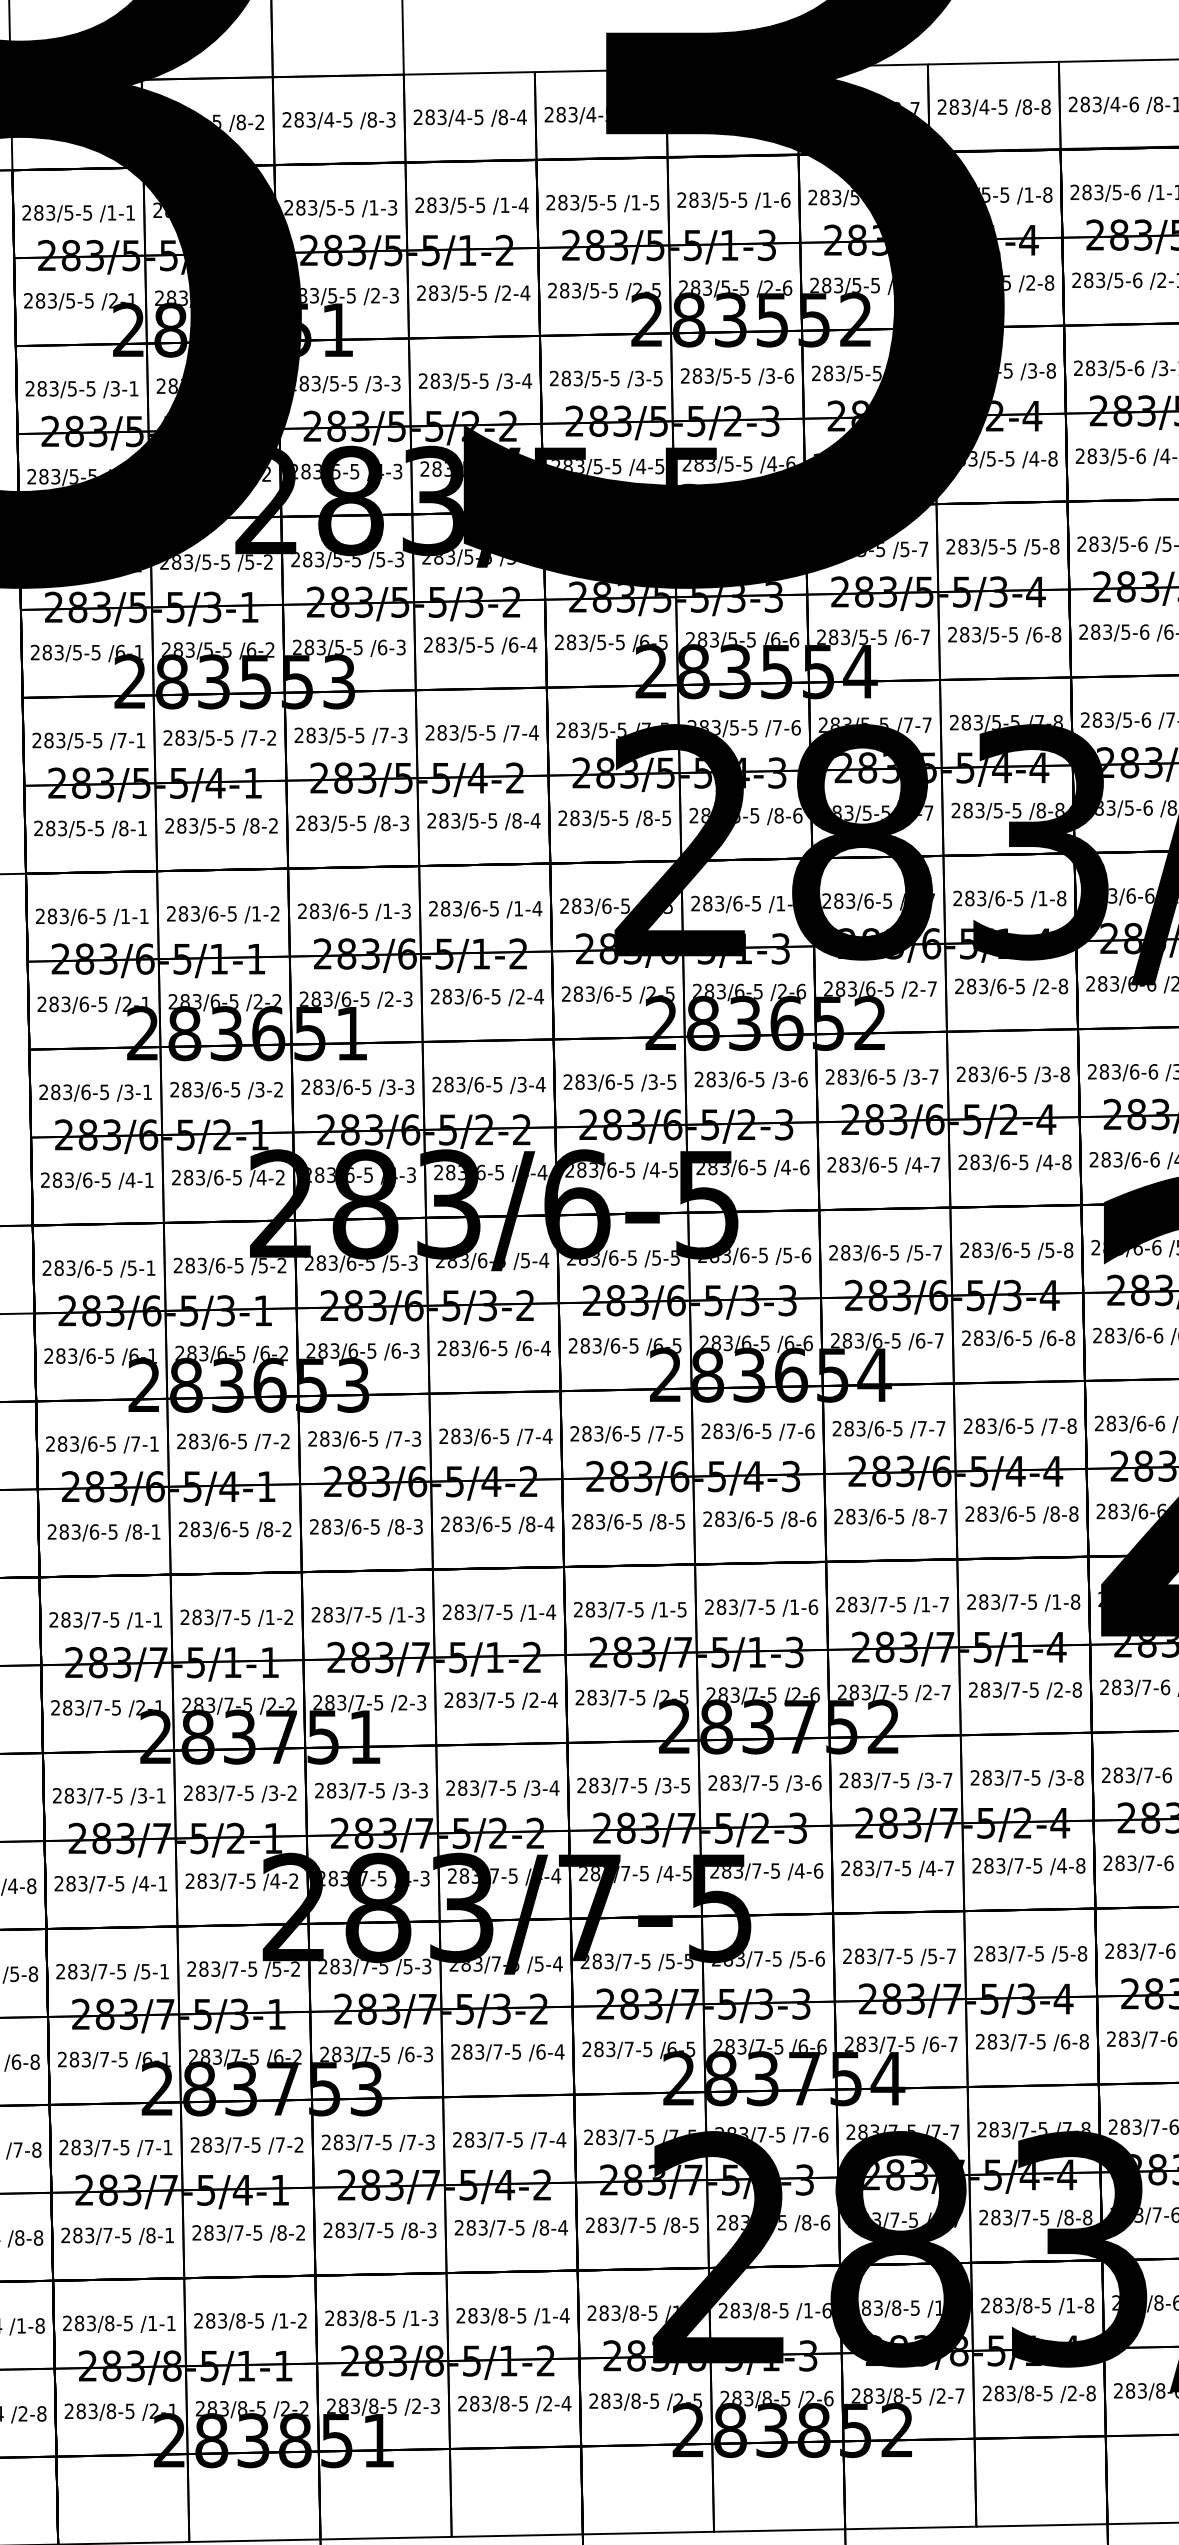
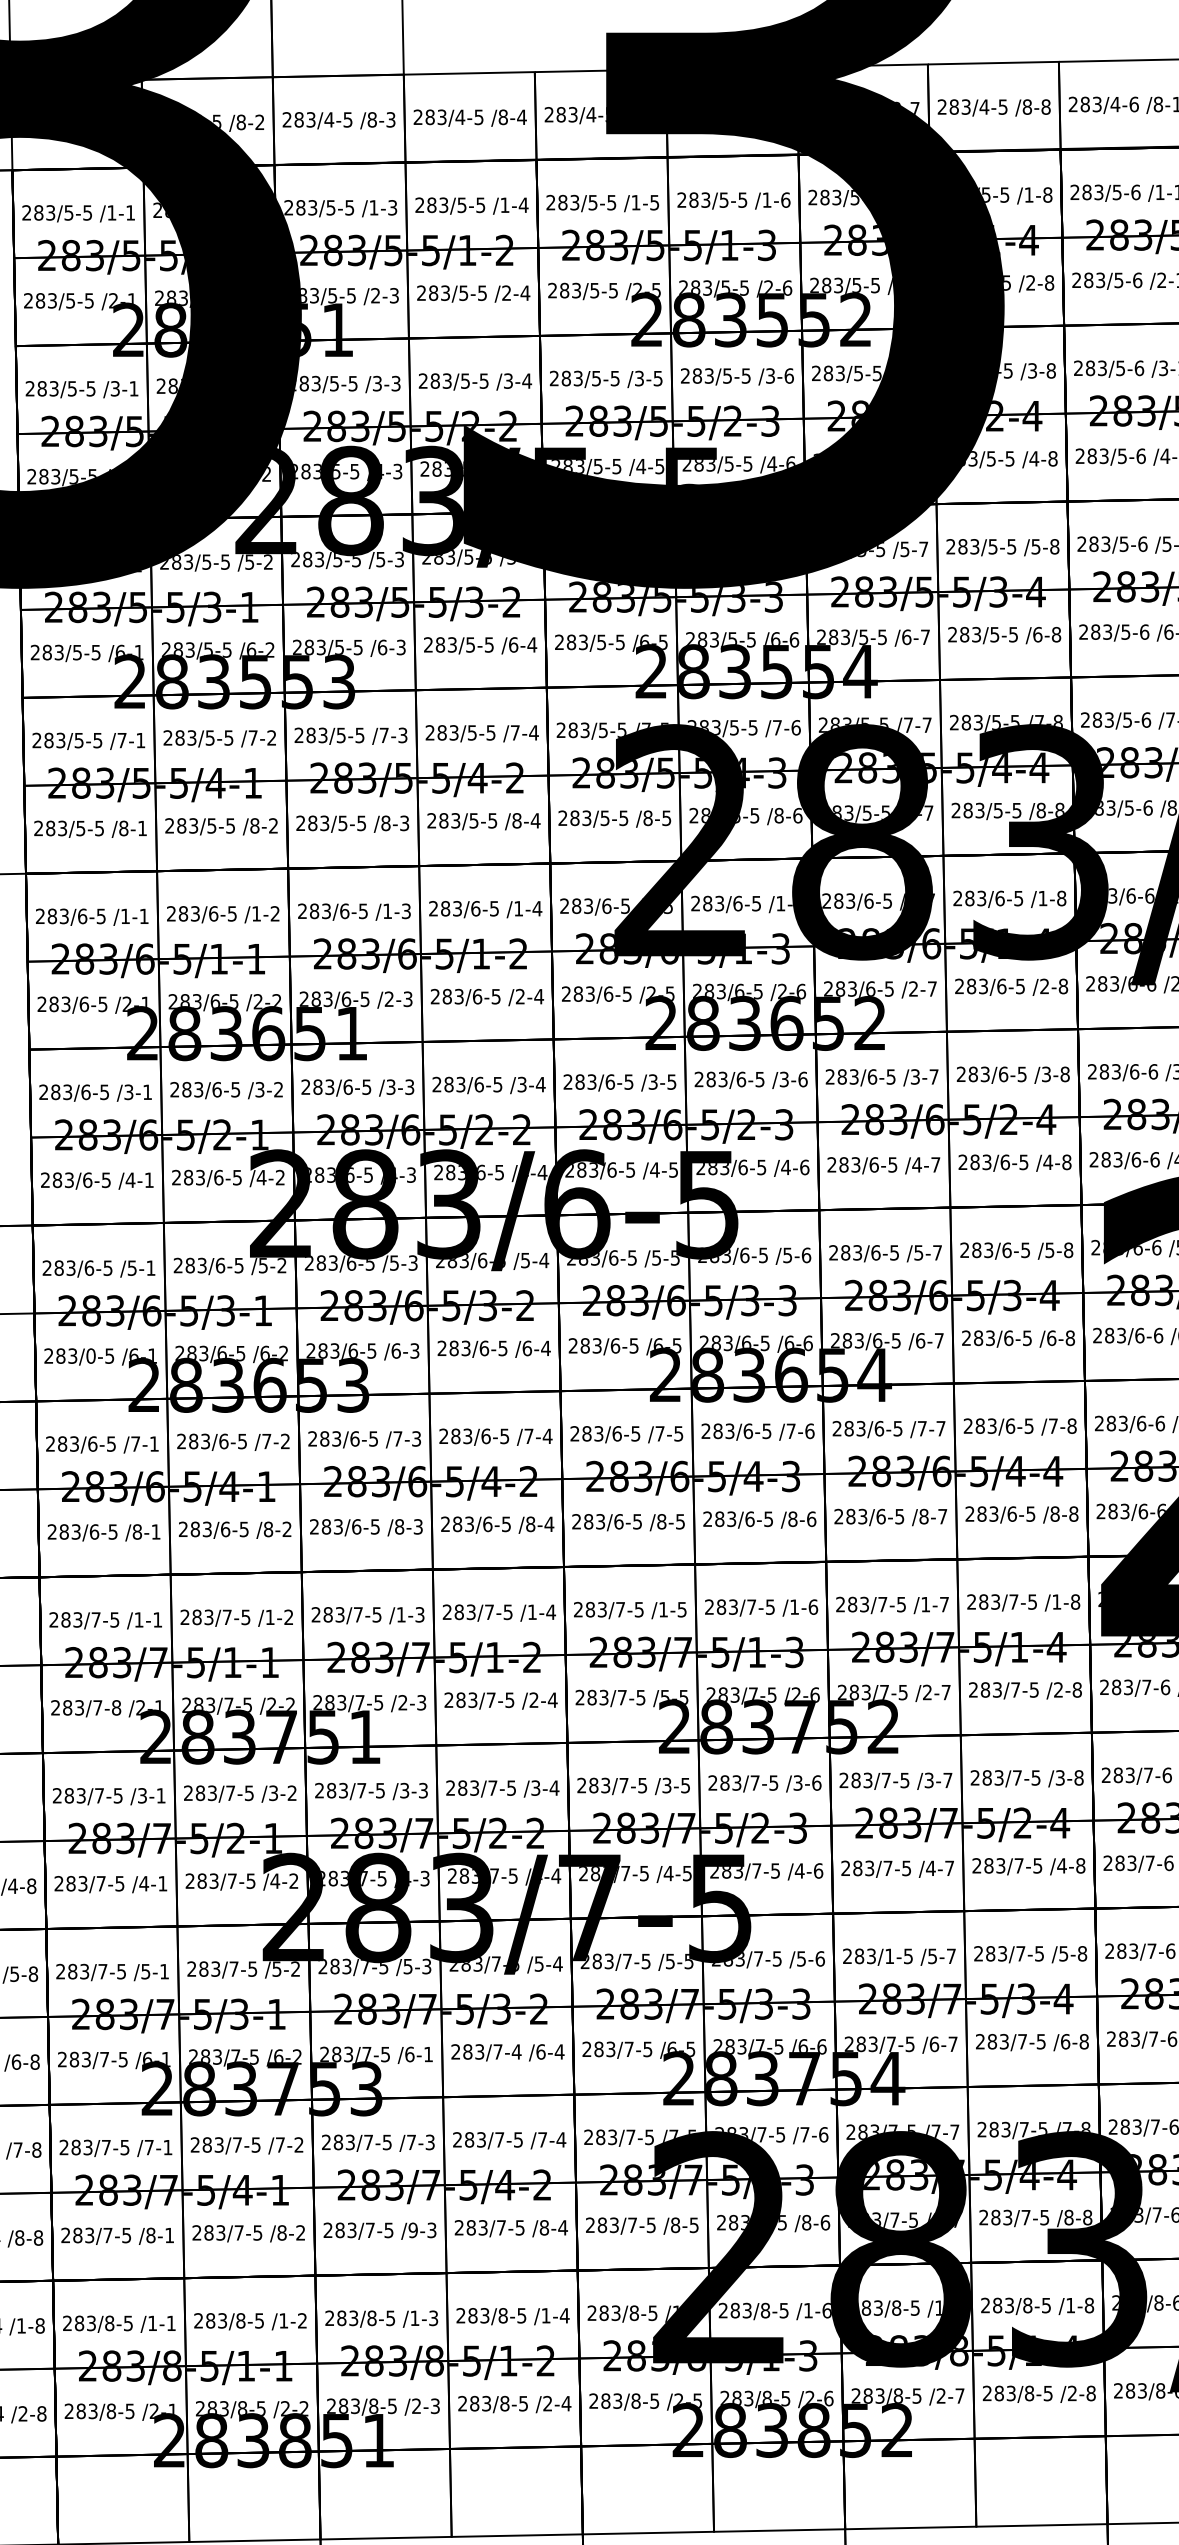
text at (90, 1355): 283/6-5 -> 283/0-5
text at (664, 1695): /2-5 -> /5-5
text at (116, 1707): 283/7-5 -> 283/7-8
text at (889, 1955): 283/7-5 -> 283/1-5
text at (516, 2051): 283/7-5 -> 283/7-4
text at (428, 2054): /6-3 -> /6-1
text at (412, 2230): /8-3 -> /9-3
